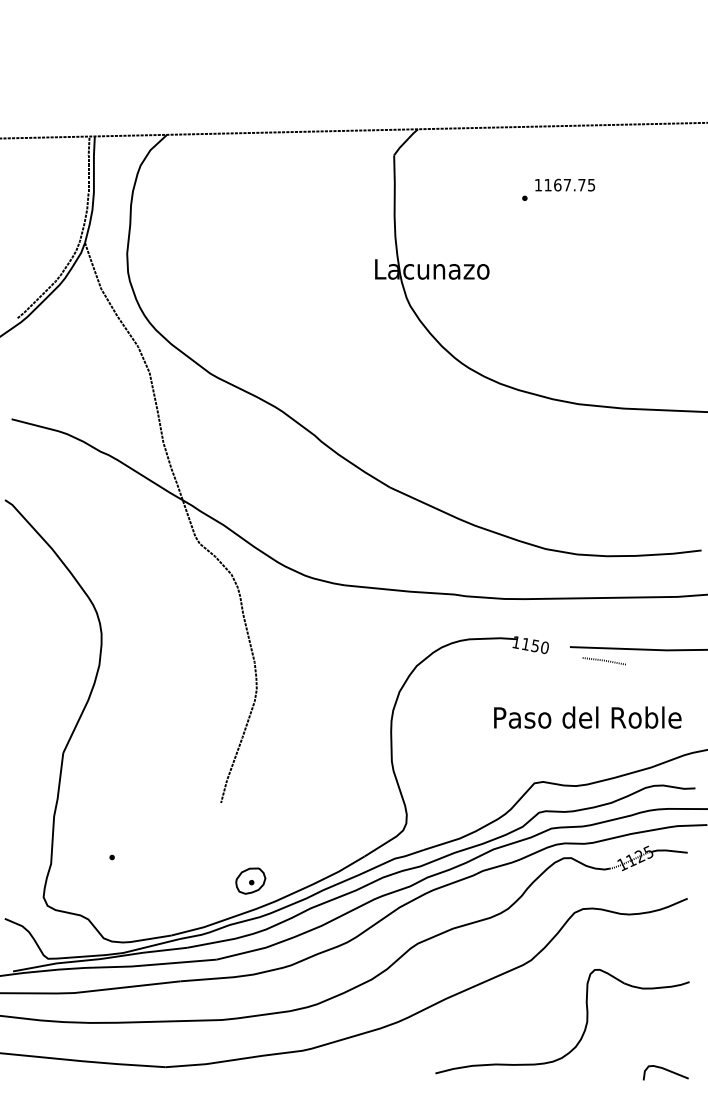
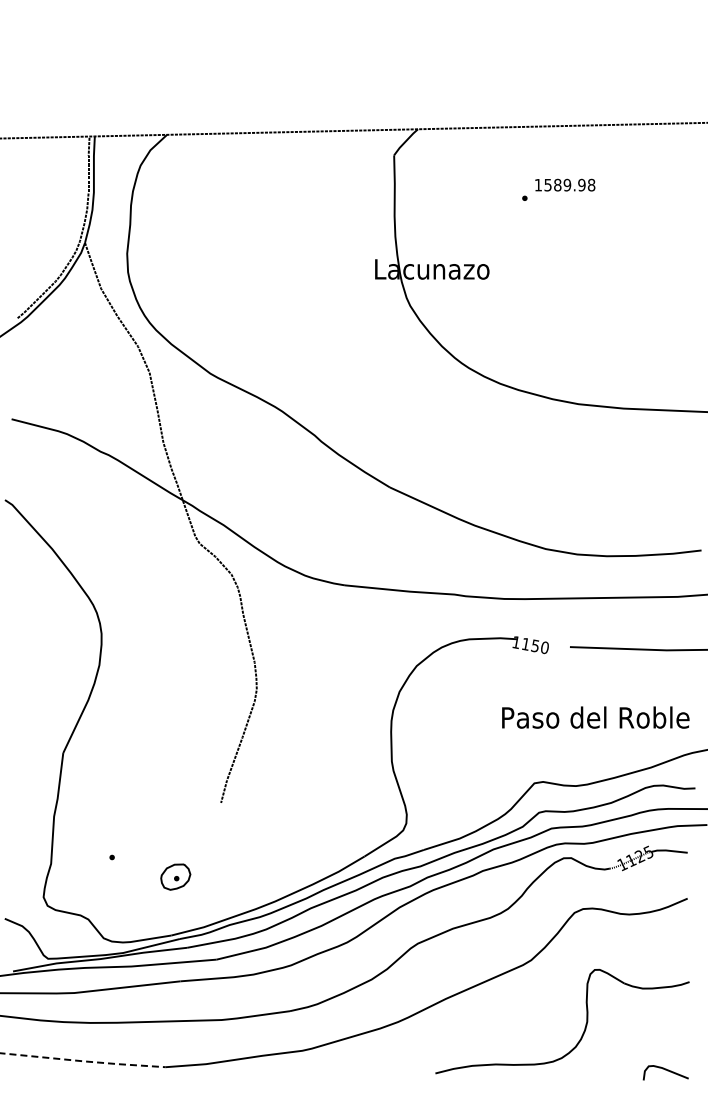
text at (569, 184): 1167.75 -> 1589.98
line at (602, 661): present -> none
text at (587, 717) position: (587, 717) -> (595, 717)
part at (250, 880) position: (250, 880) -> (175, 876)
line at (84, 1061): solid -> dashed
